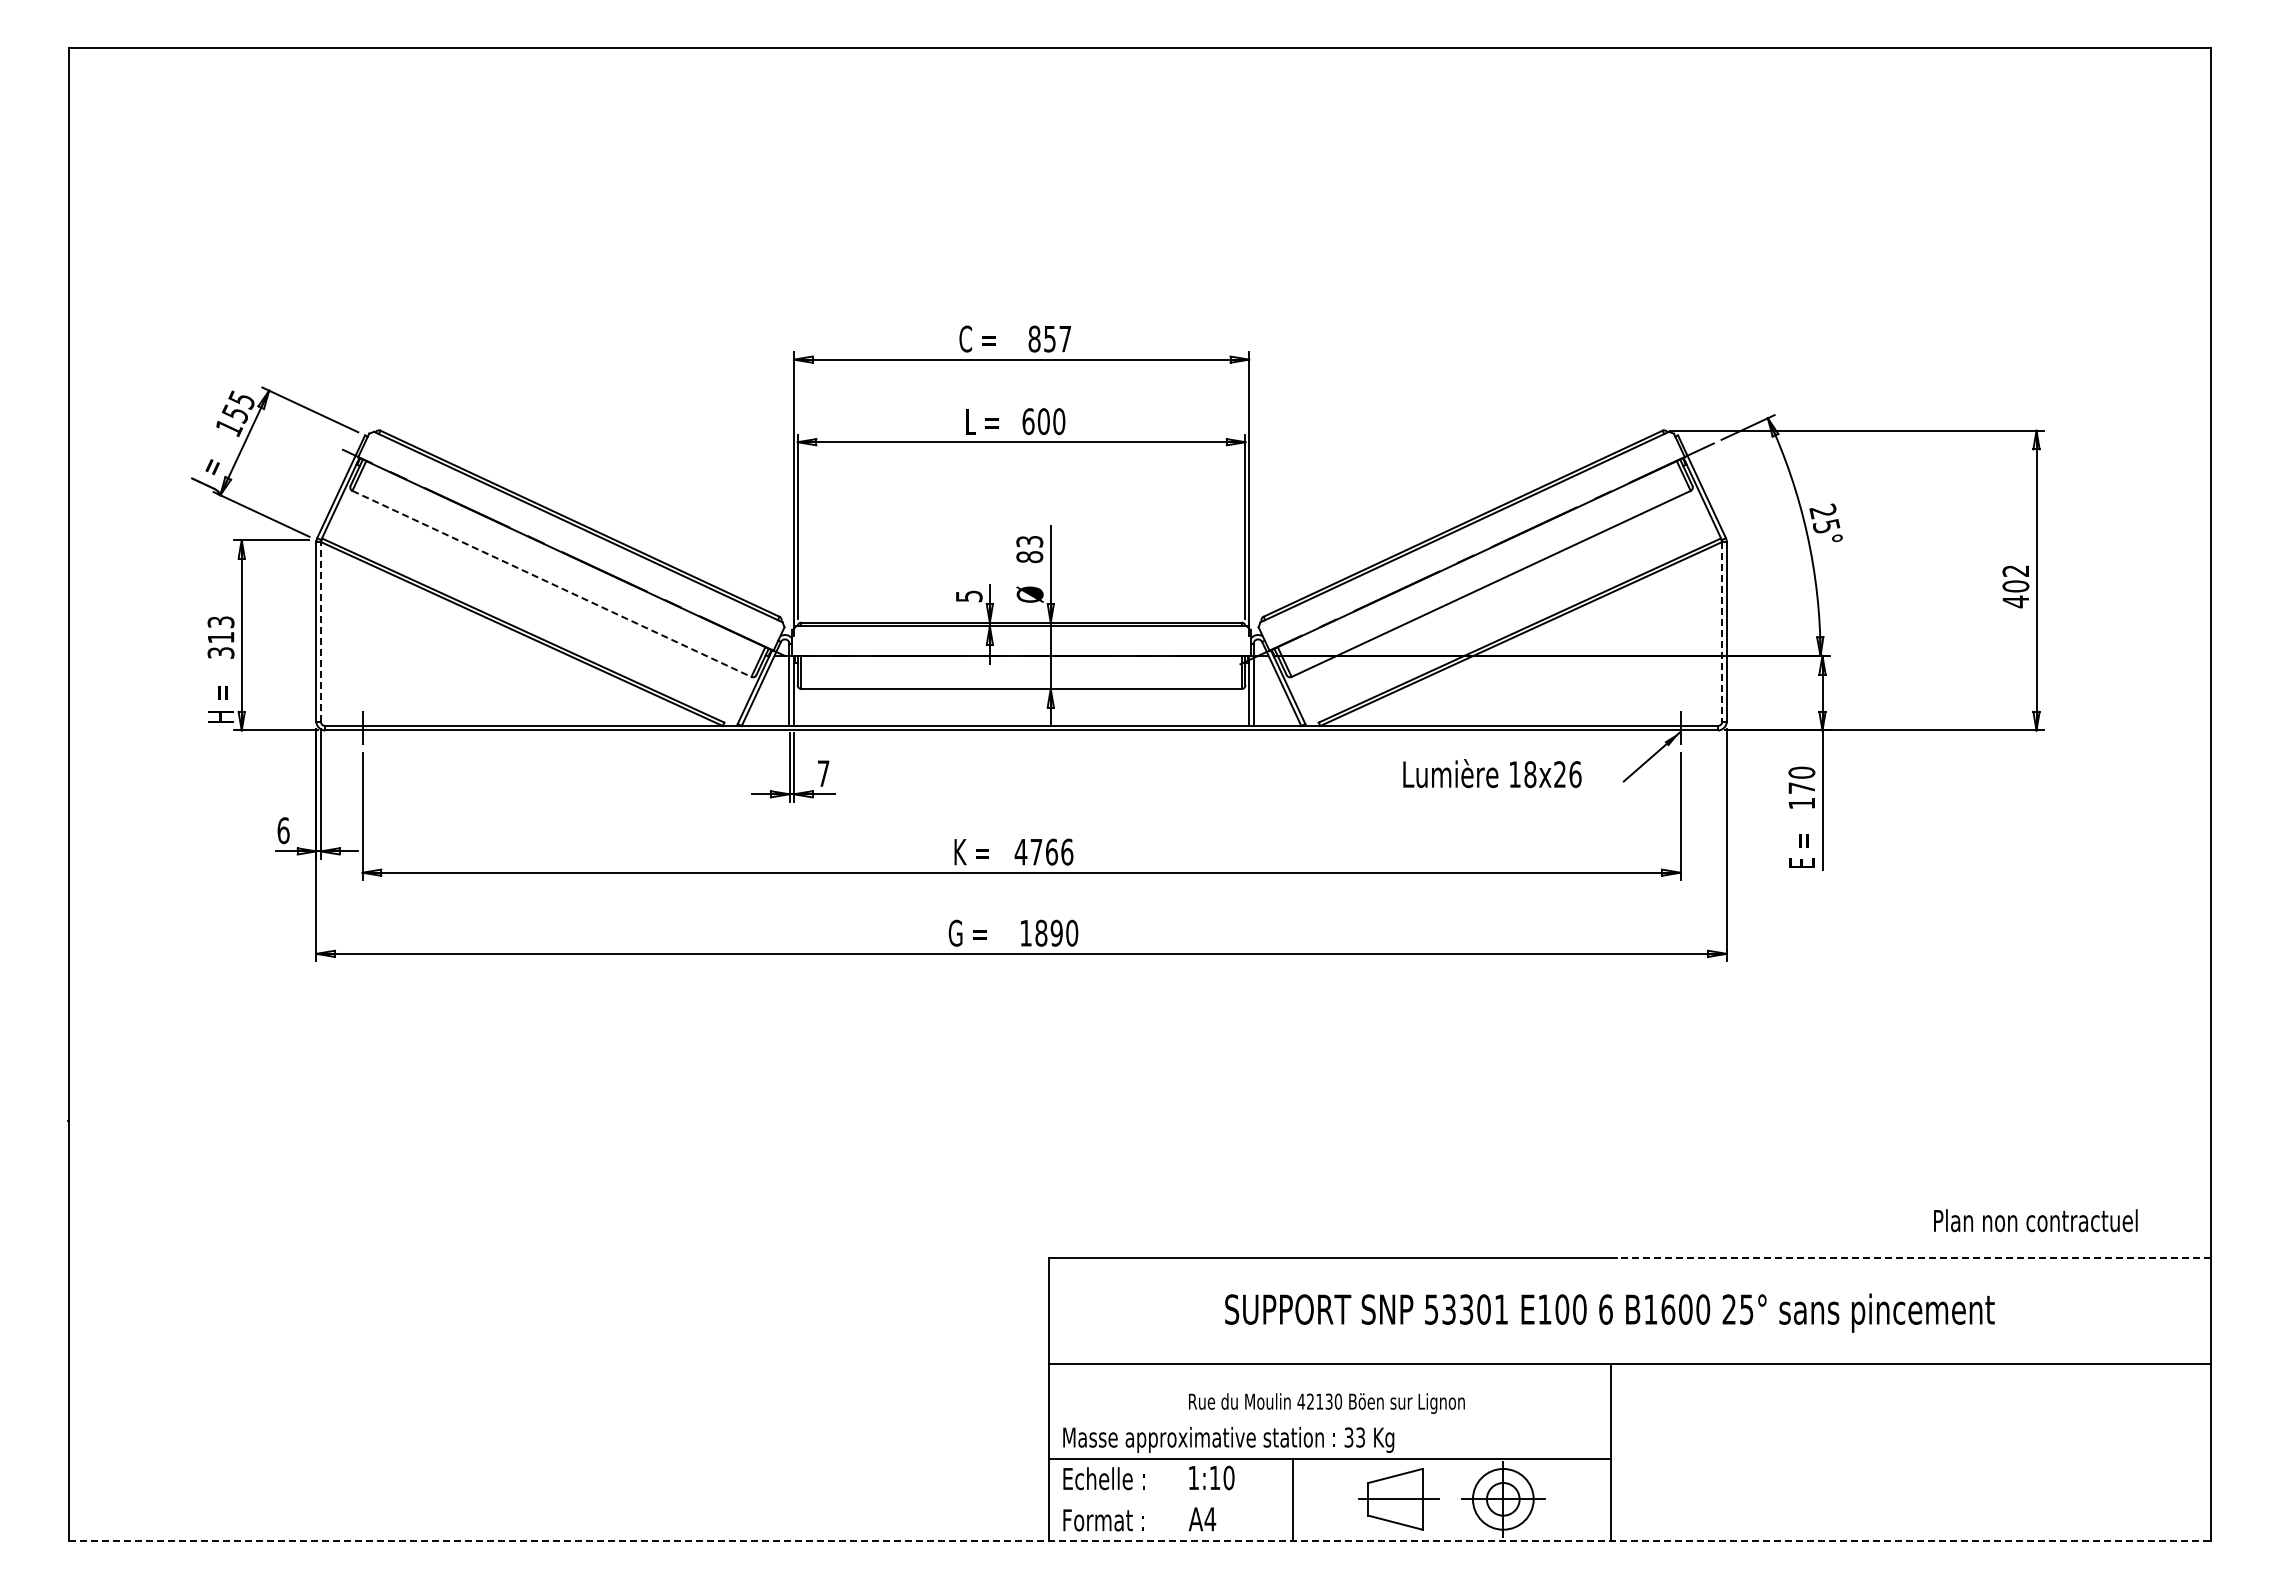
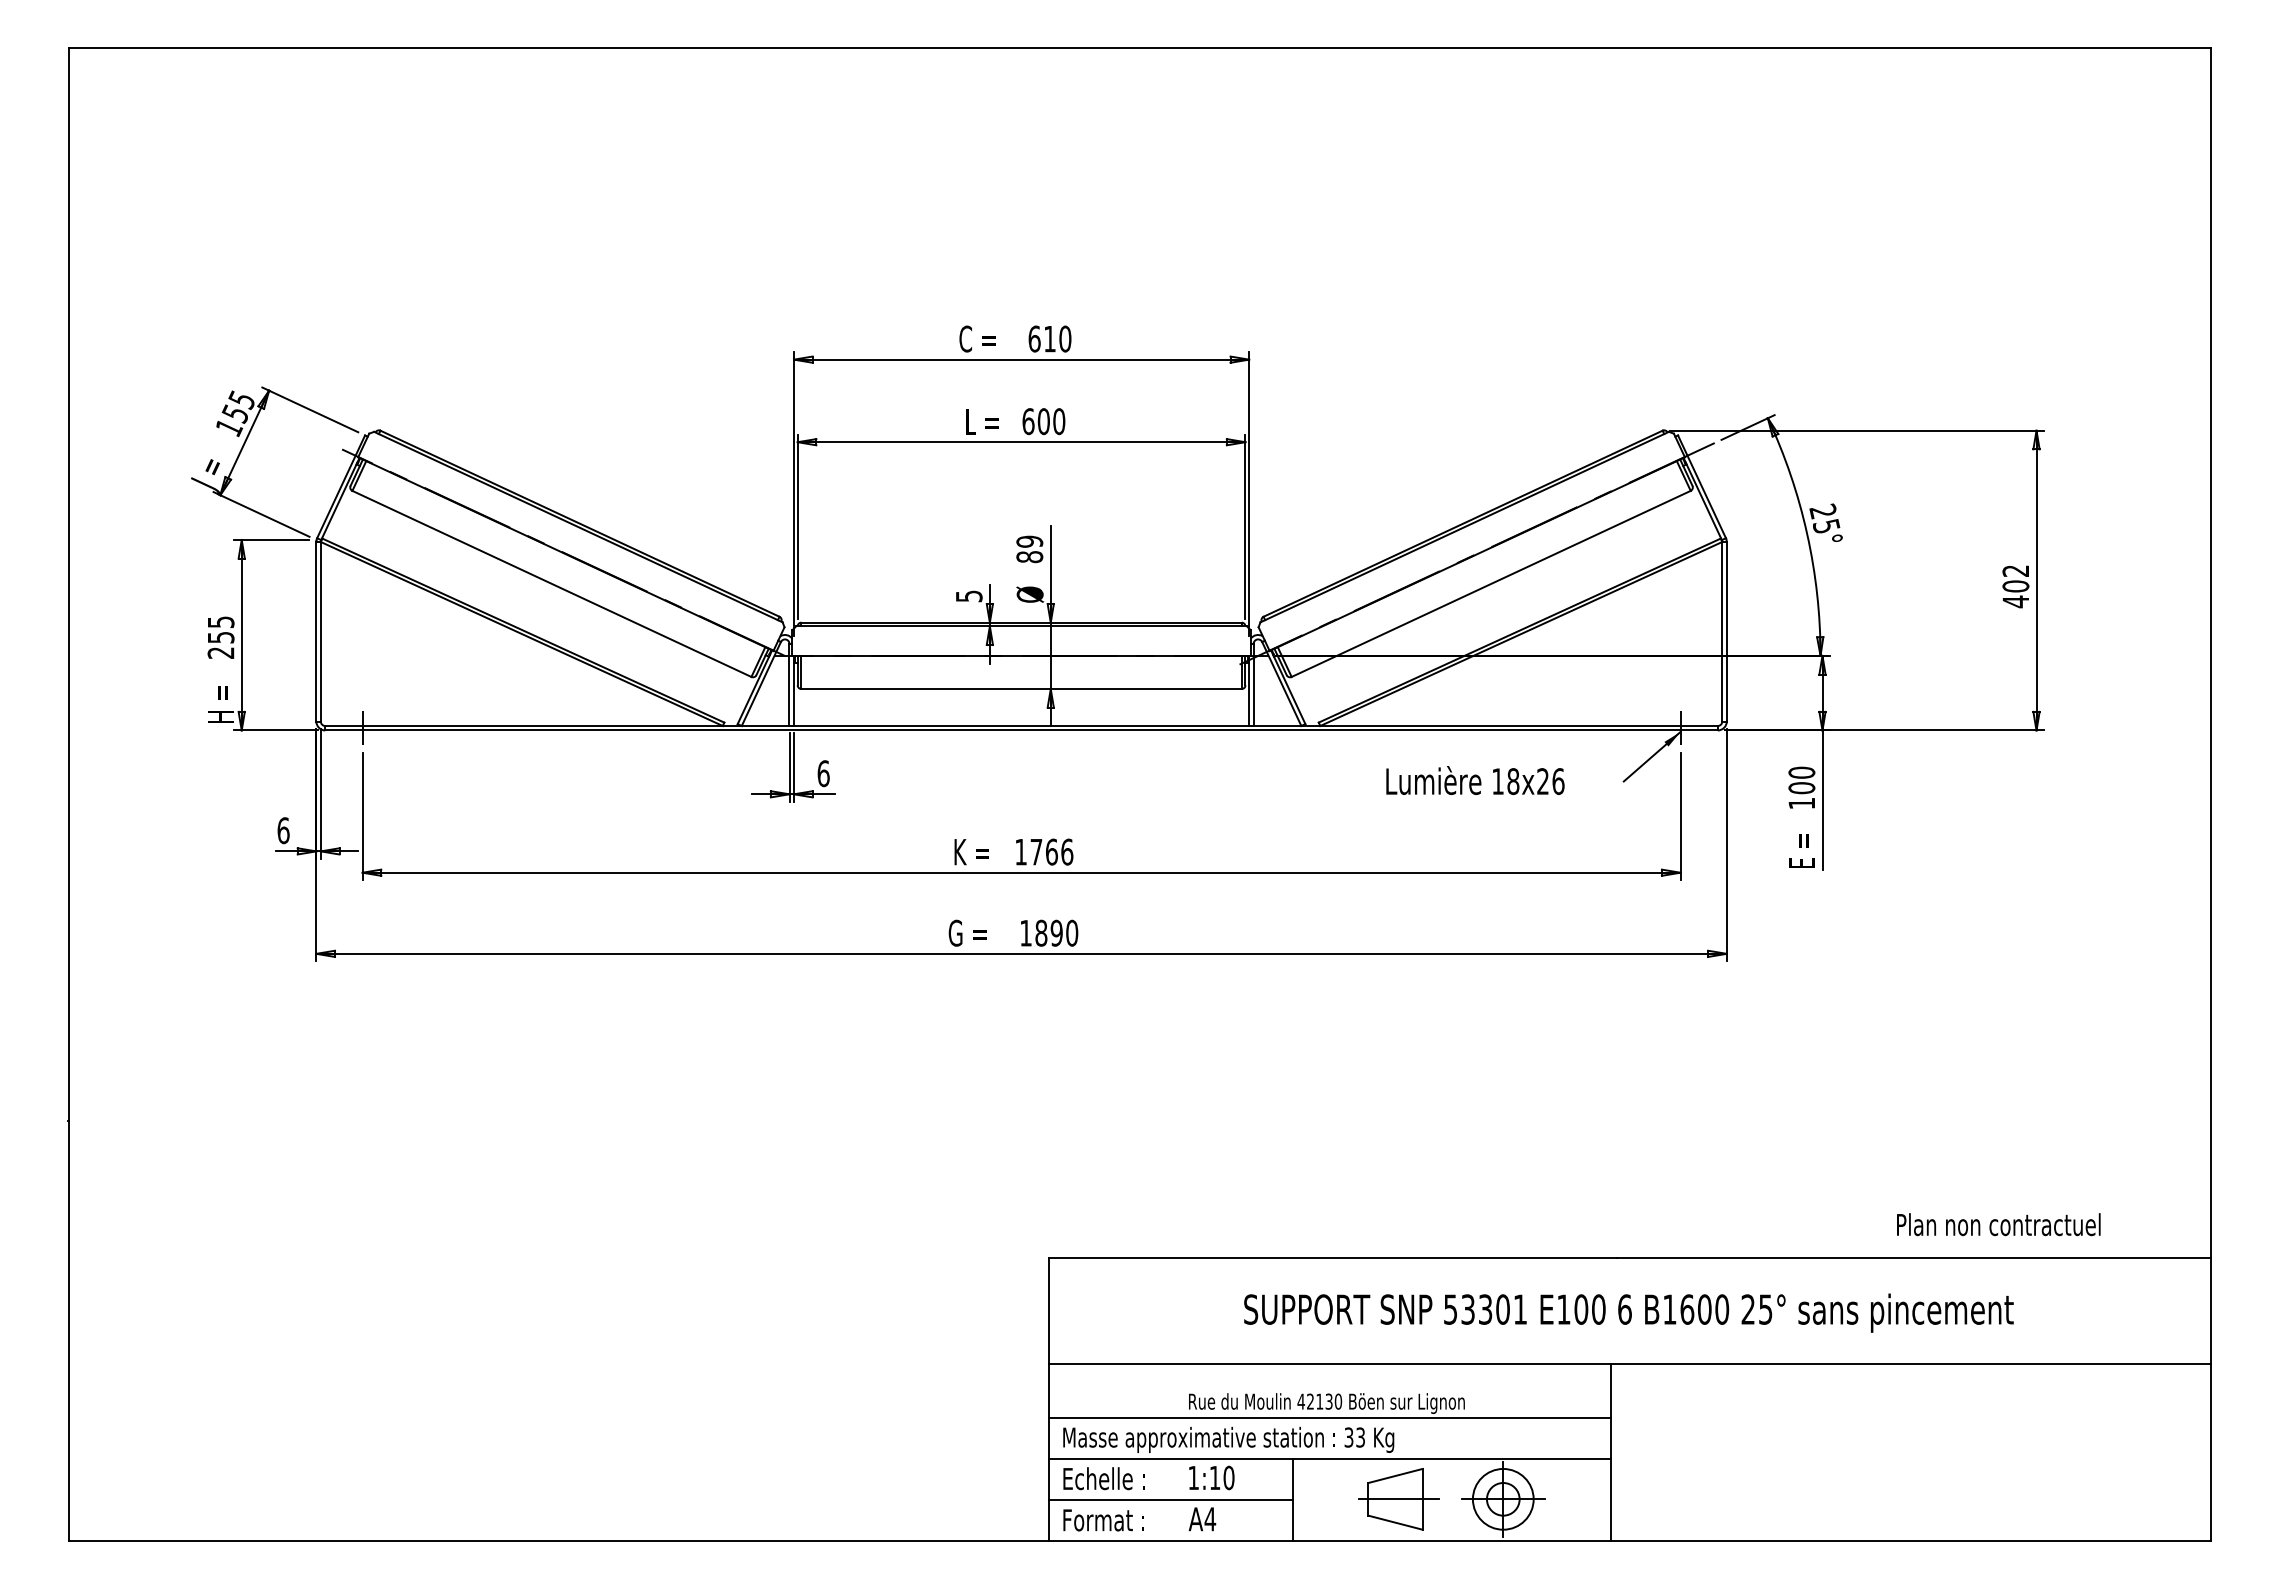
text at (1049, 338): 857 -> 610
text at (1029, 541): 83 -> 89
line at (552, 584): dashed -> solid
line at (320, 631): dashed -> solid
line at (1722, 631): dashed -> solid
text at (220, 637): 313 -> 255
text at (823, 773): 7 -> 6
text at (1492, 773) position: (1492, 773) -> (1475, 780)
text at (1801, 788): 170 -> 100
text at (1020, 852): 4766 -> 1766
text at (2035, 1220) position: (2035, 1220) -> (1998, 1224)
line at (1913, 1257): dashed -> solid
text at (1609, 1312) position: (1609, 1312) -> (1628, 1312)
line at (1330, 1418): none -> present
line at (1170, 1500): none -> present
line at (1139, 1541): dashed -> solid
